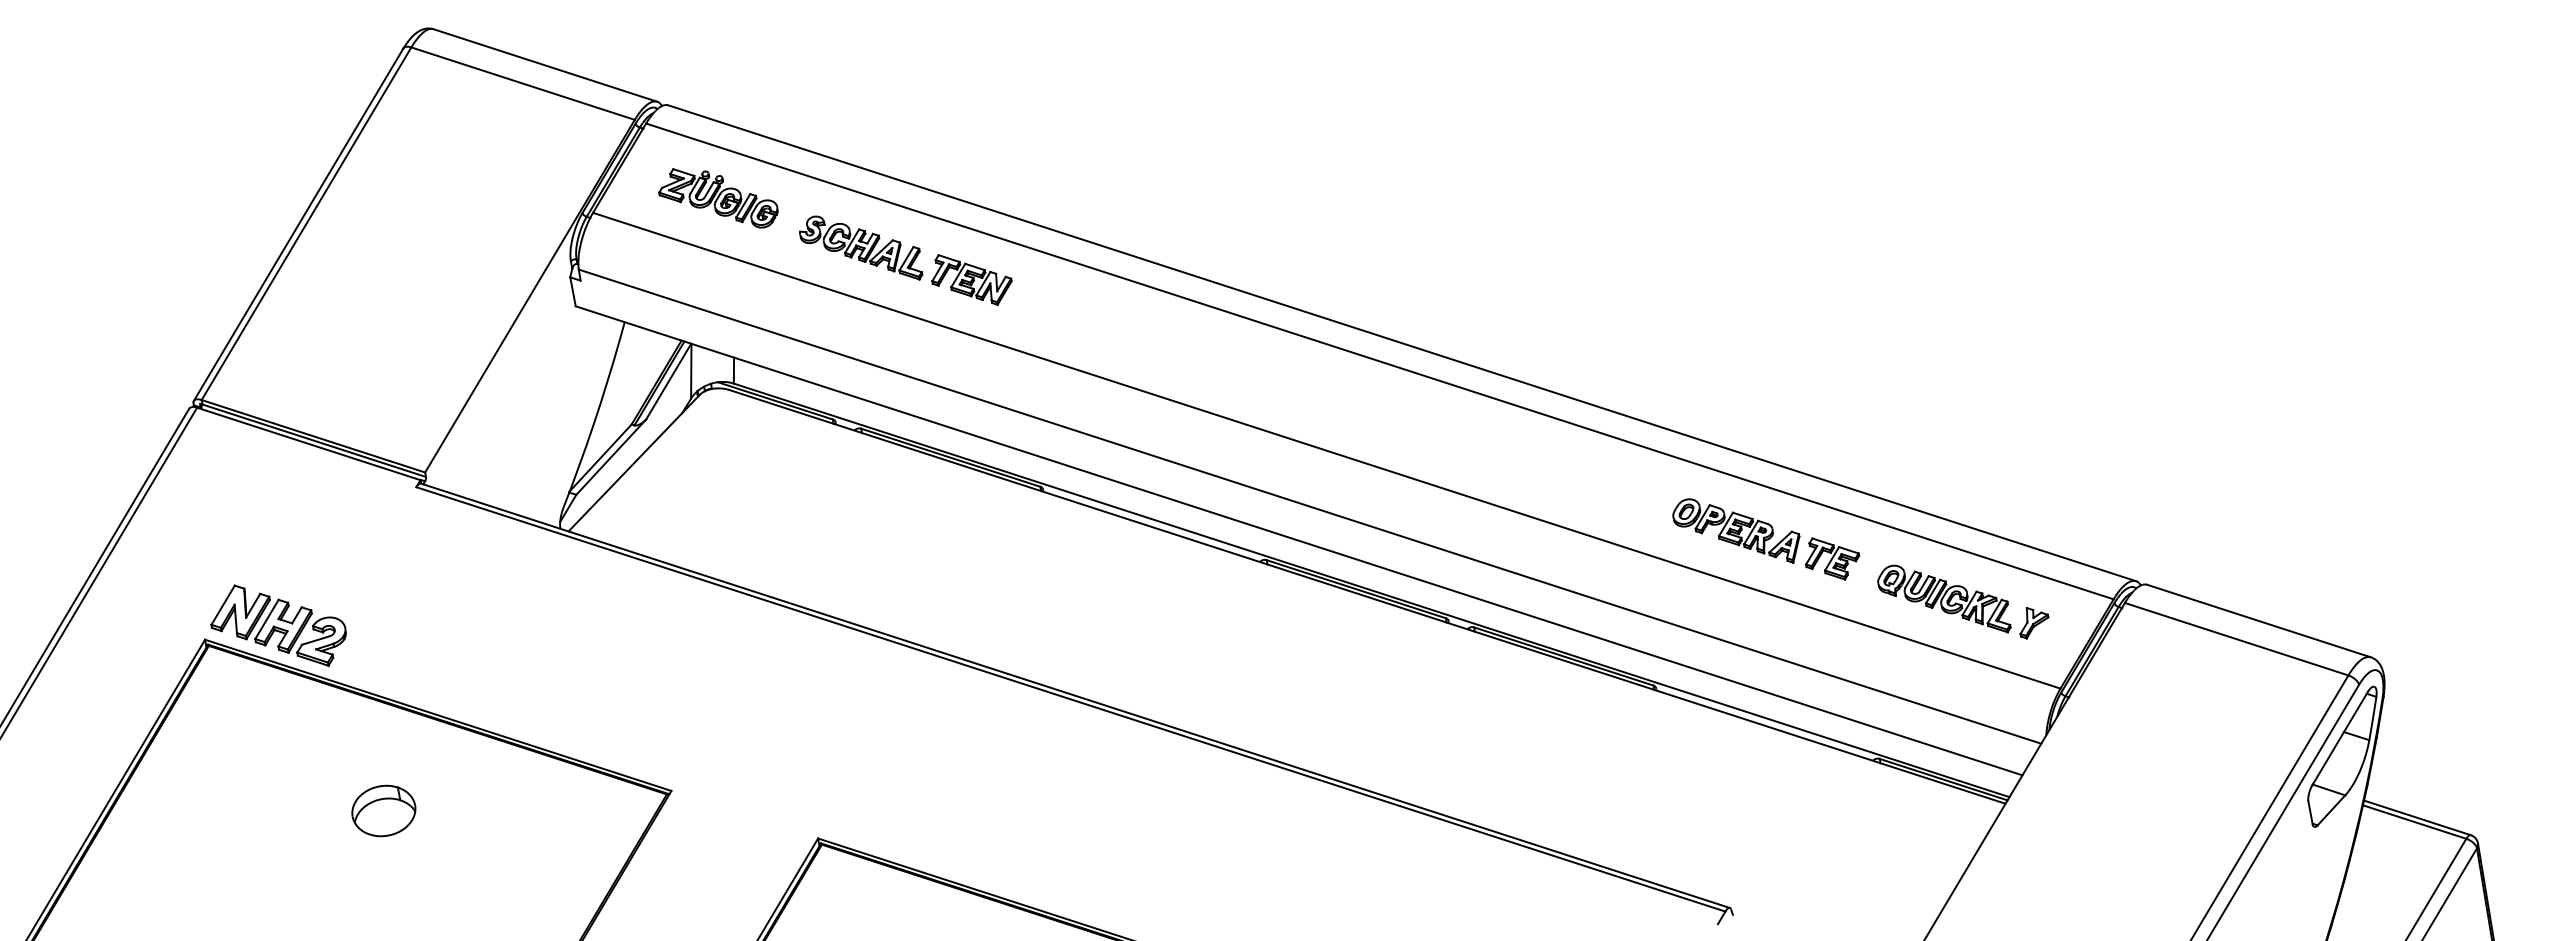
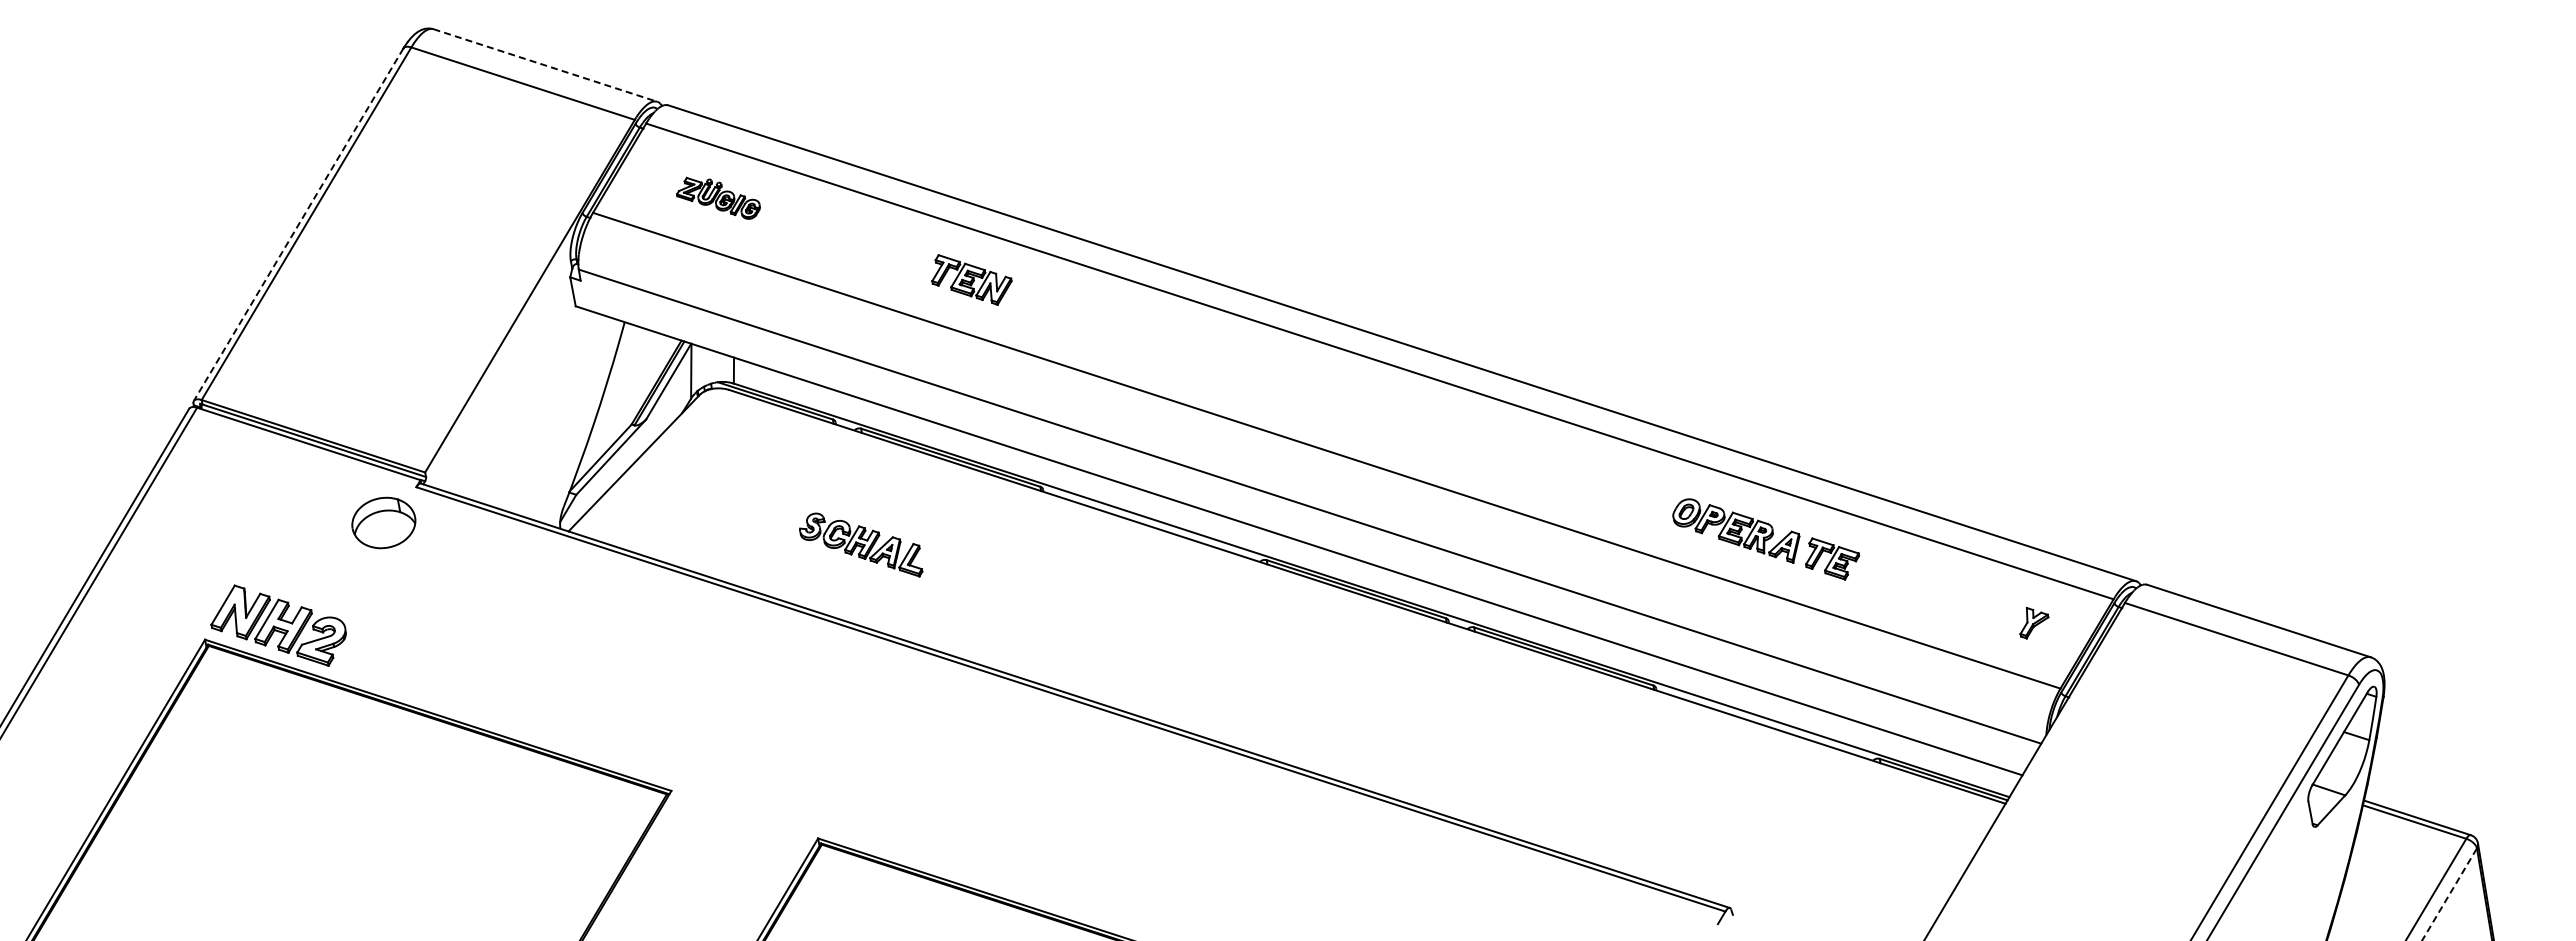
line at (545, 65): solid -> dashed
part at (718, 198) size: 121x61 px -> 85x44 px
line at (298, 225): solid -> dashed
part at (861, 247) position: (861, 247) -> (861, 544)
part at (1944, 598): present -> none
part at (383, 810) position: (383, 810) -> (383, 522)
line at (2449, 893): solid -> dashed
